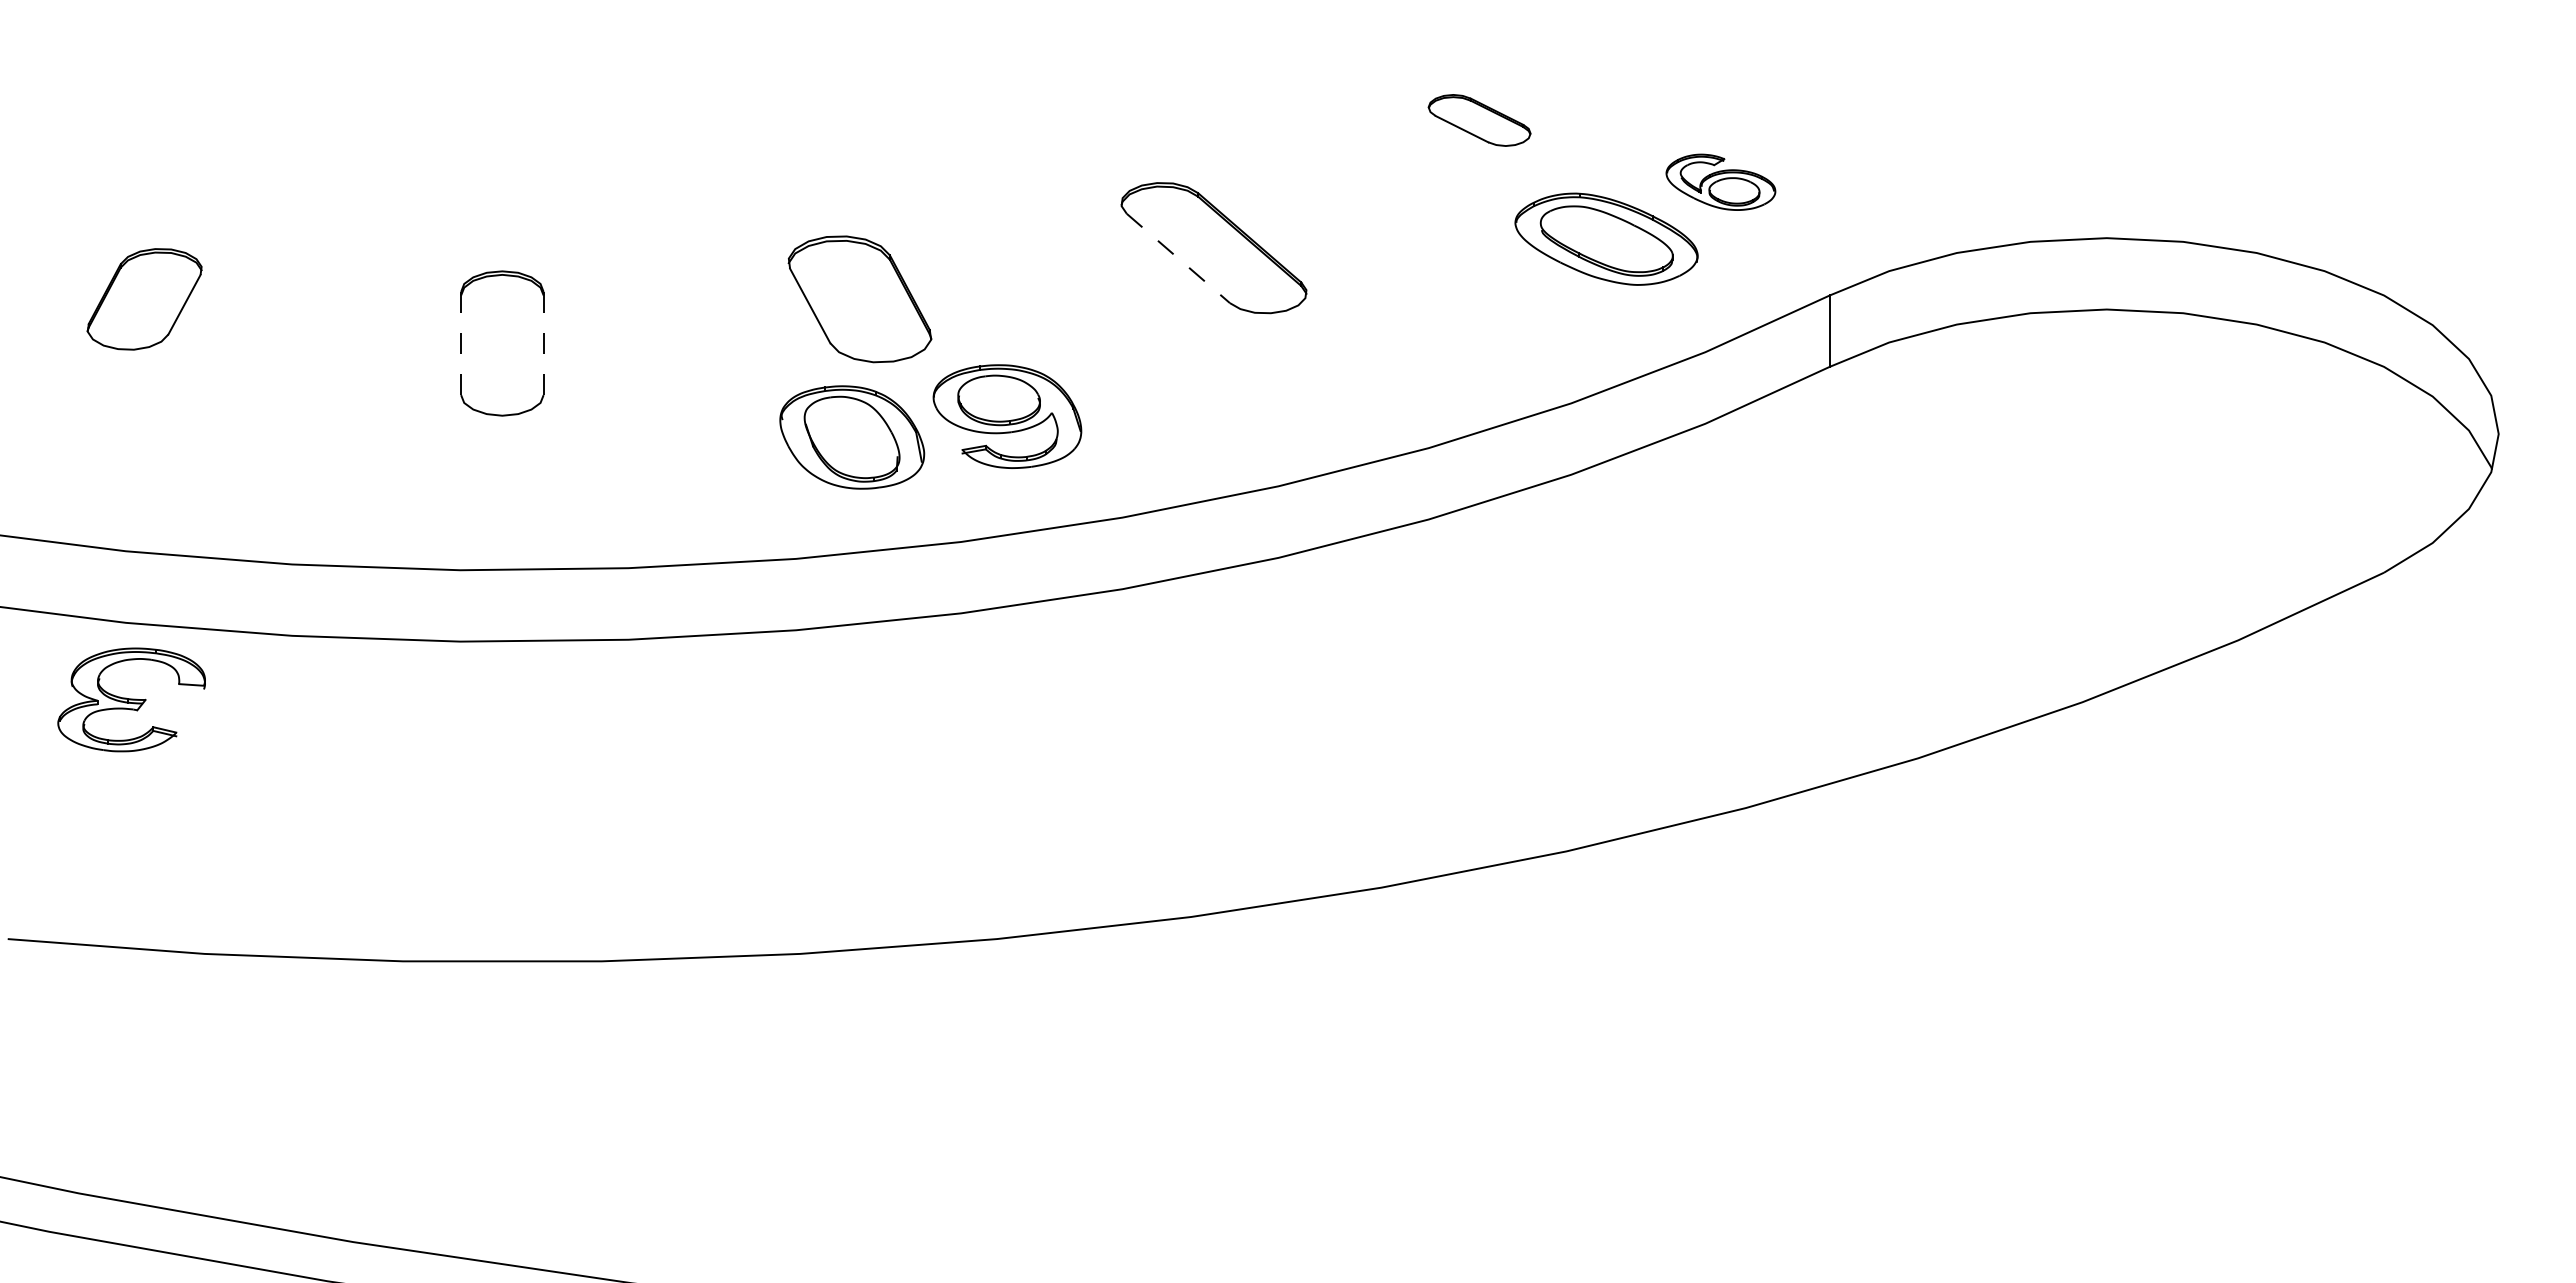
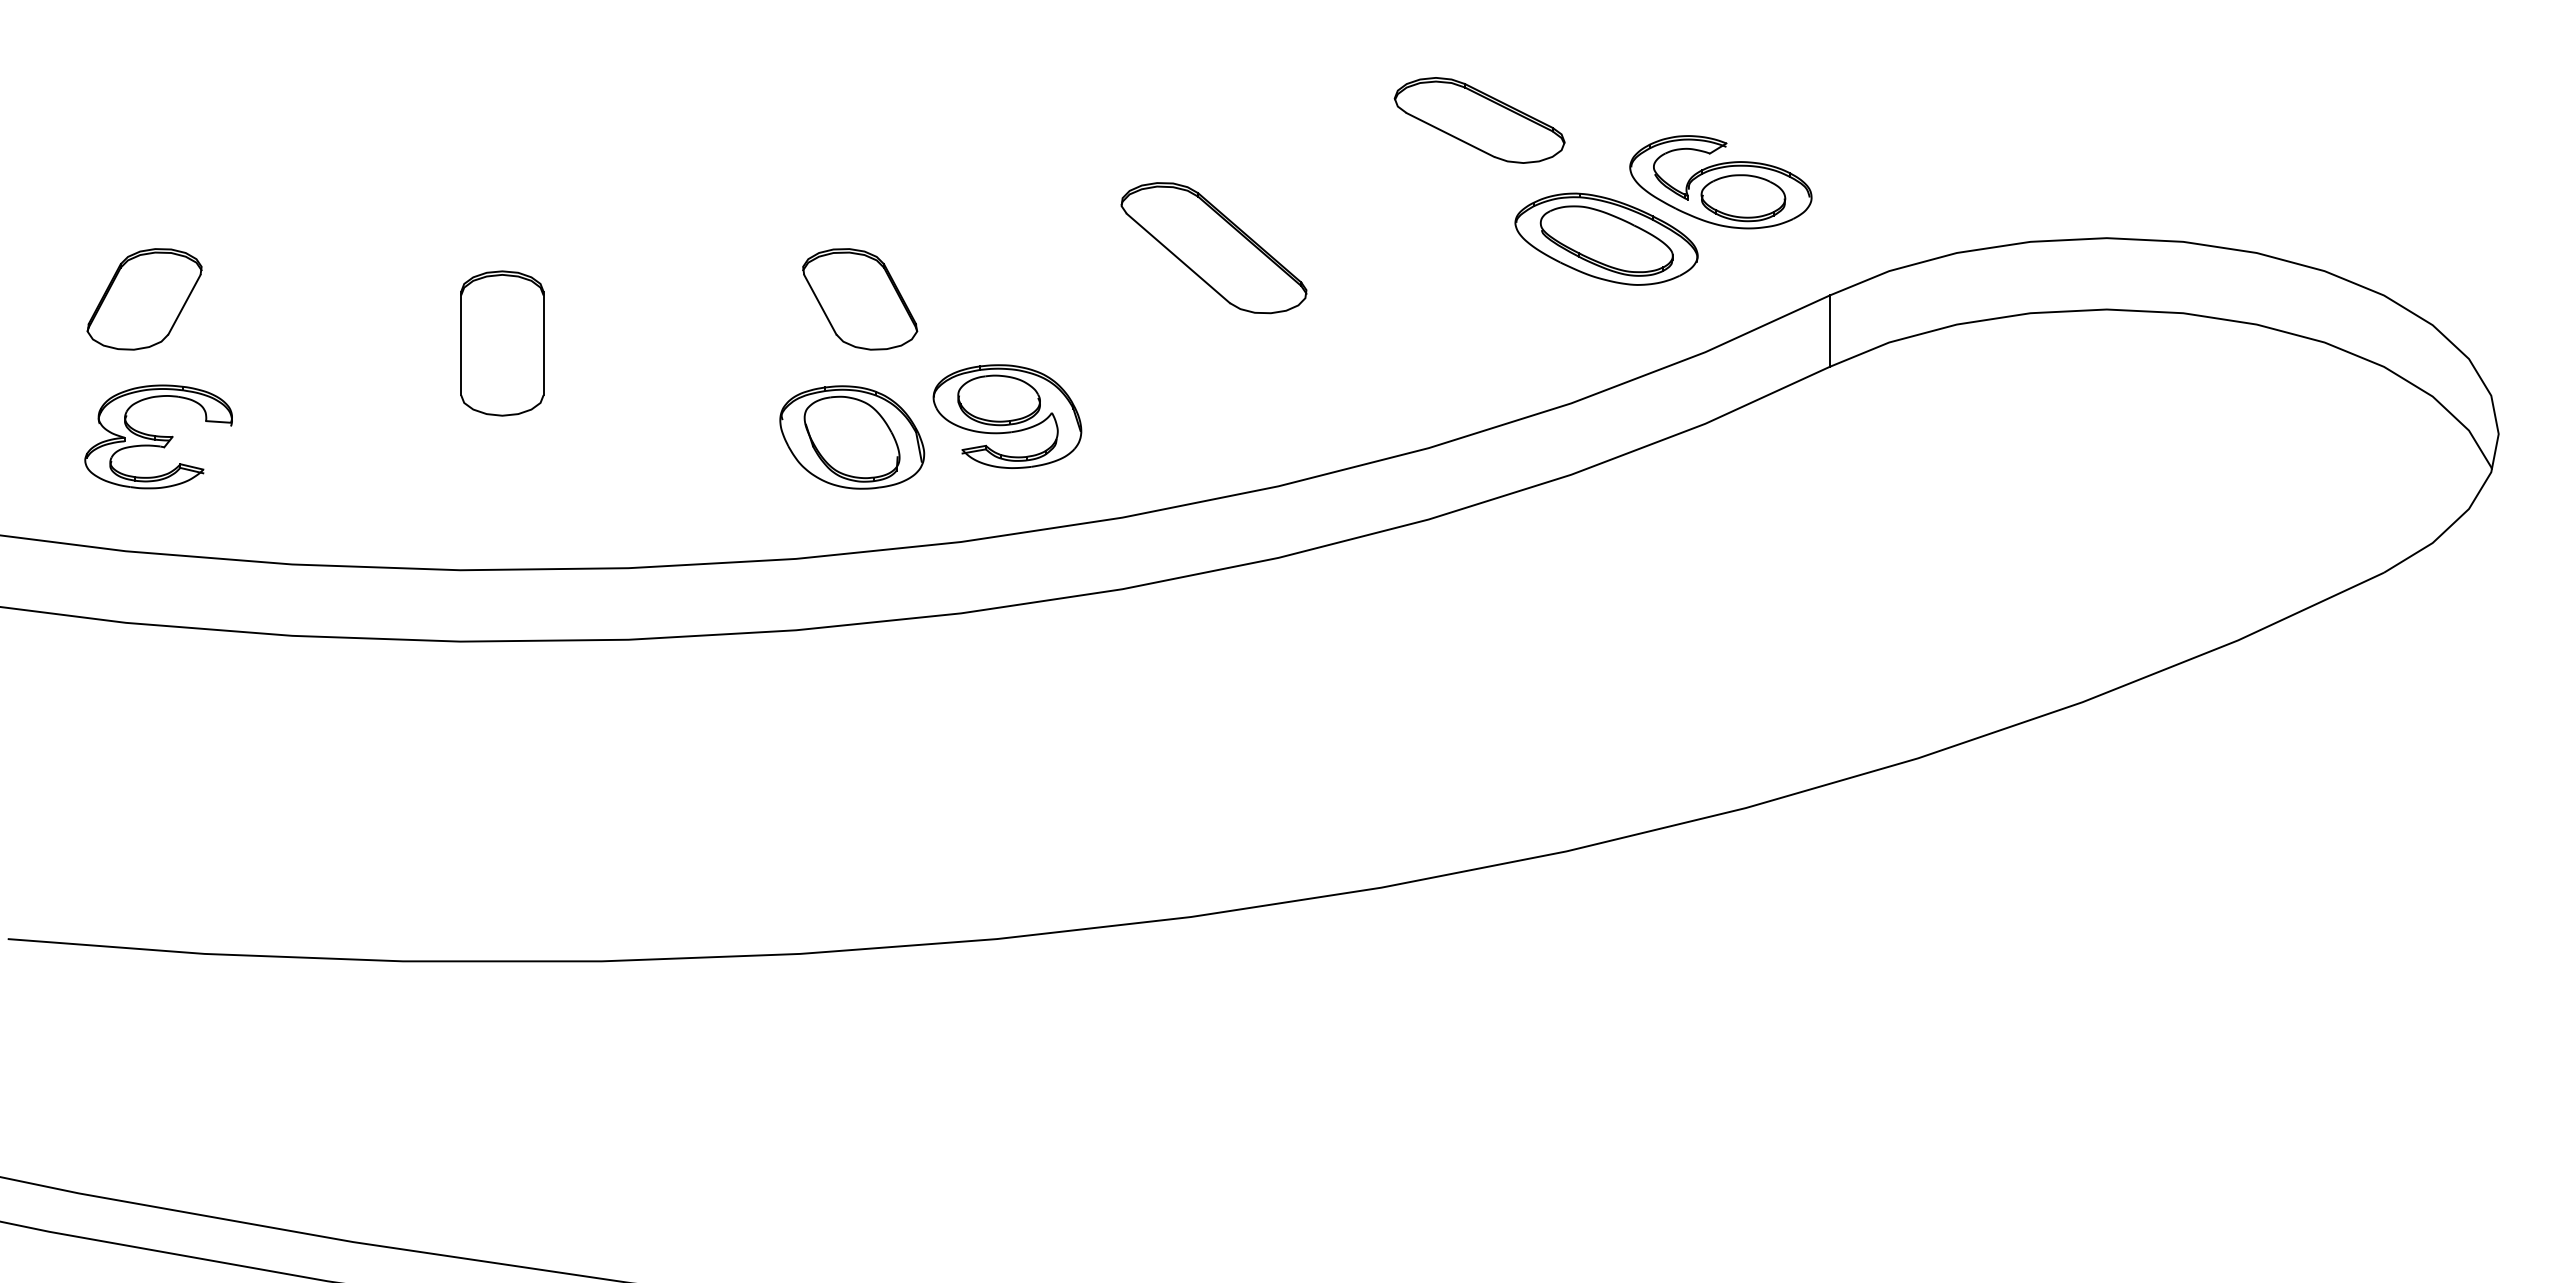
part at (1479, 120) size: 105x53 px -> 173x87 px
part at (1720, 181) size: 112x58 px -> 184x95 px
line at (1178, 258): dashed -> solid
part at (859, 299) size: 146x129 px -> 117x103 px
line at (461, 343): dashed -> solid
line at (543, 343): dashed -> solid
part at (131, 699) position: (131, 699) -> (158, 436)
